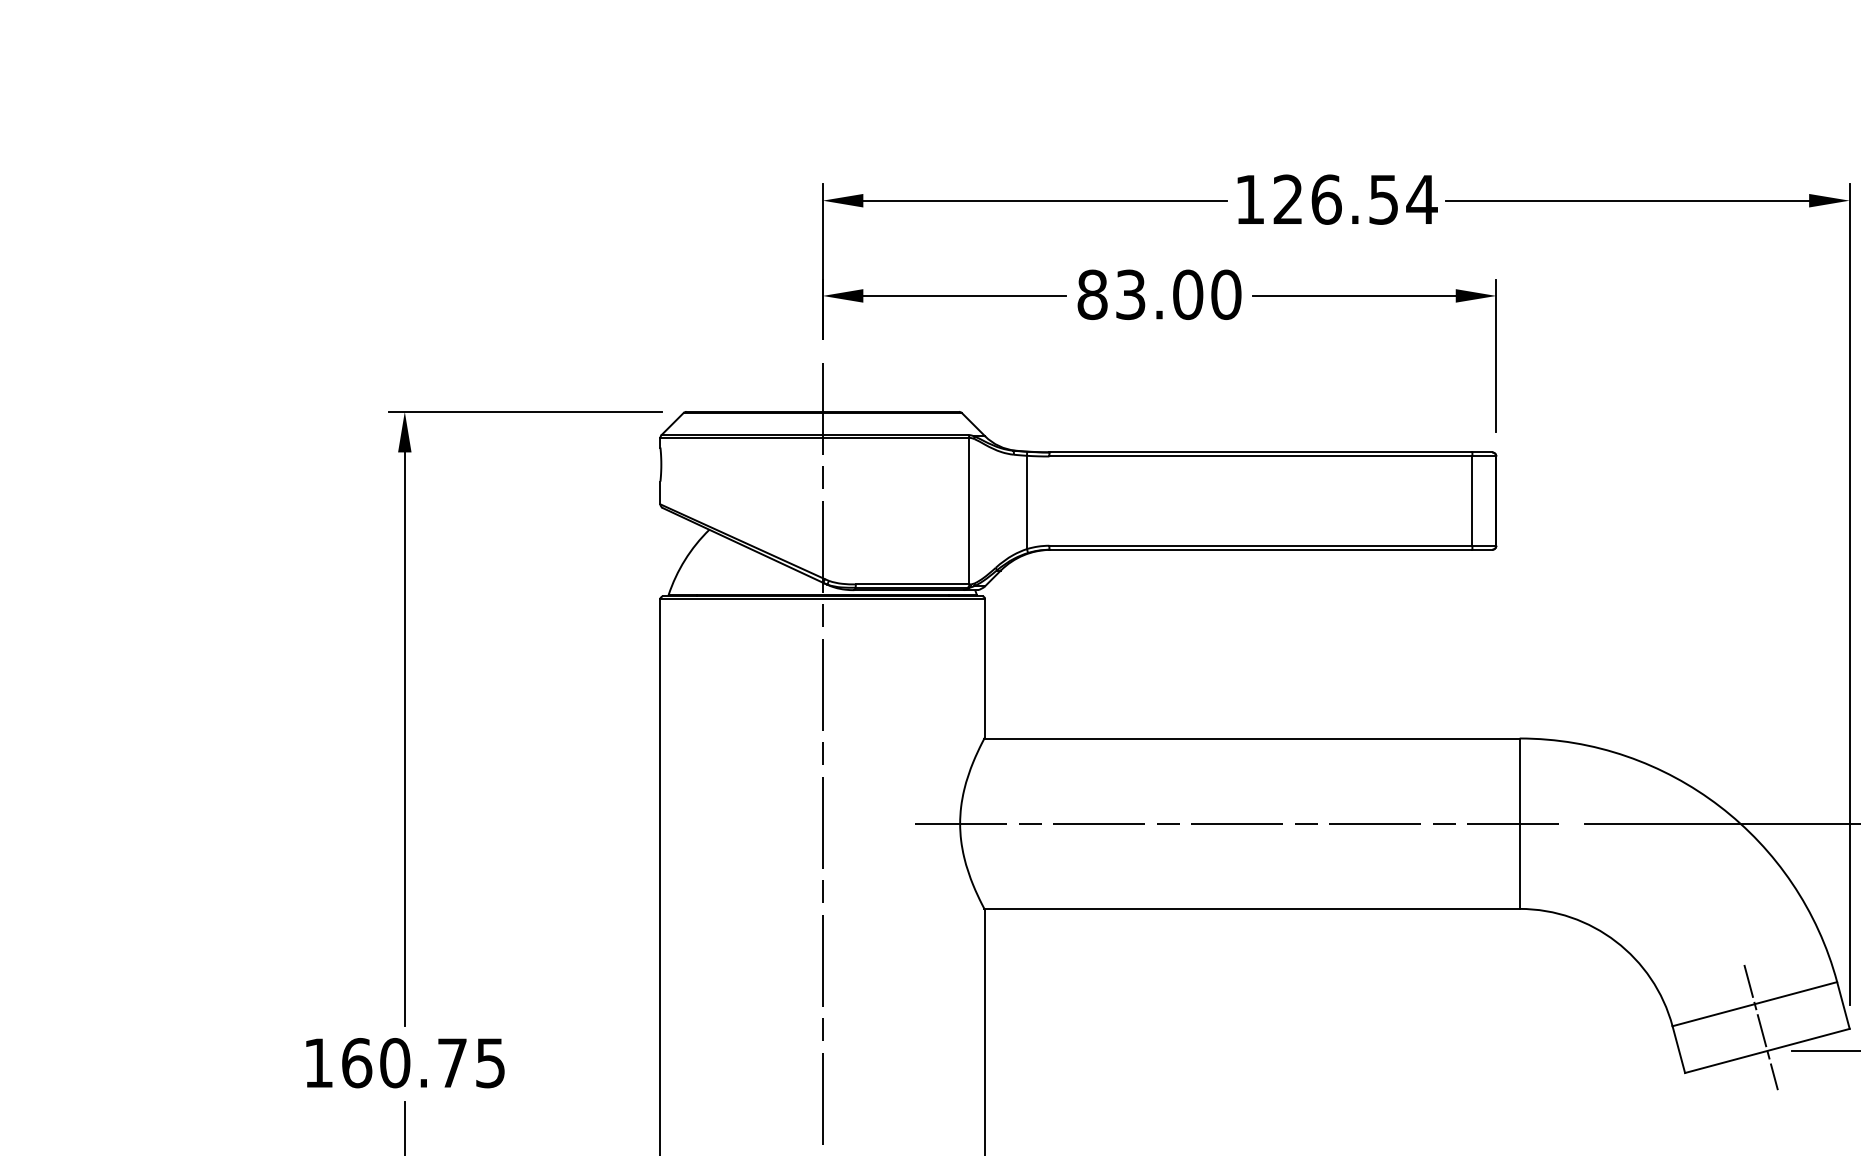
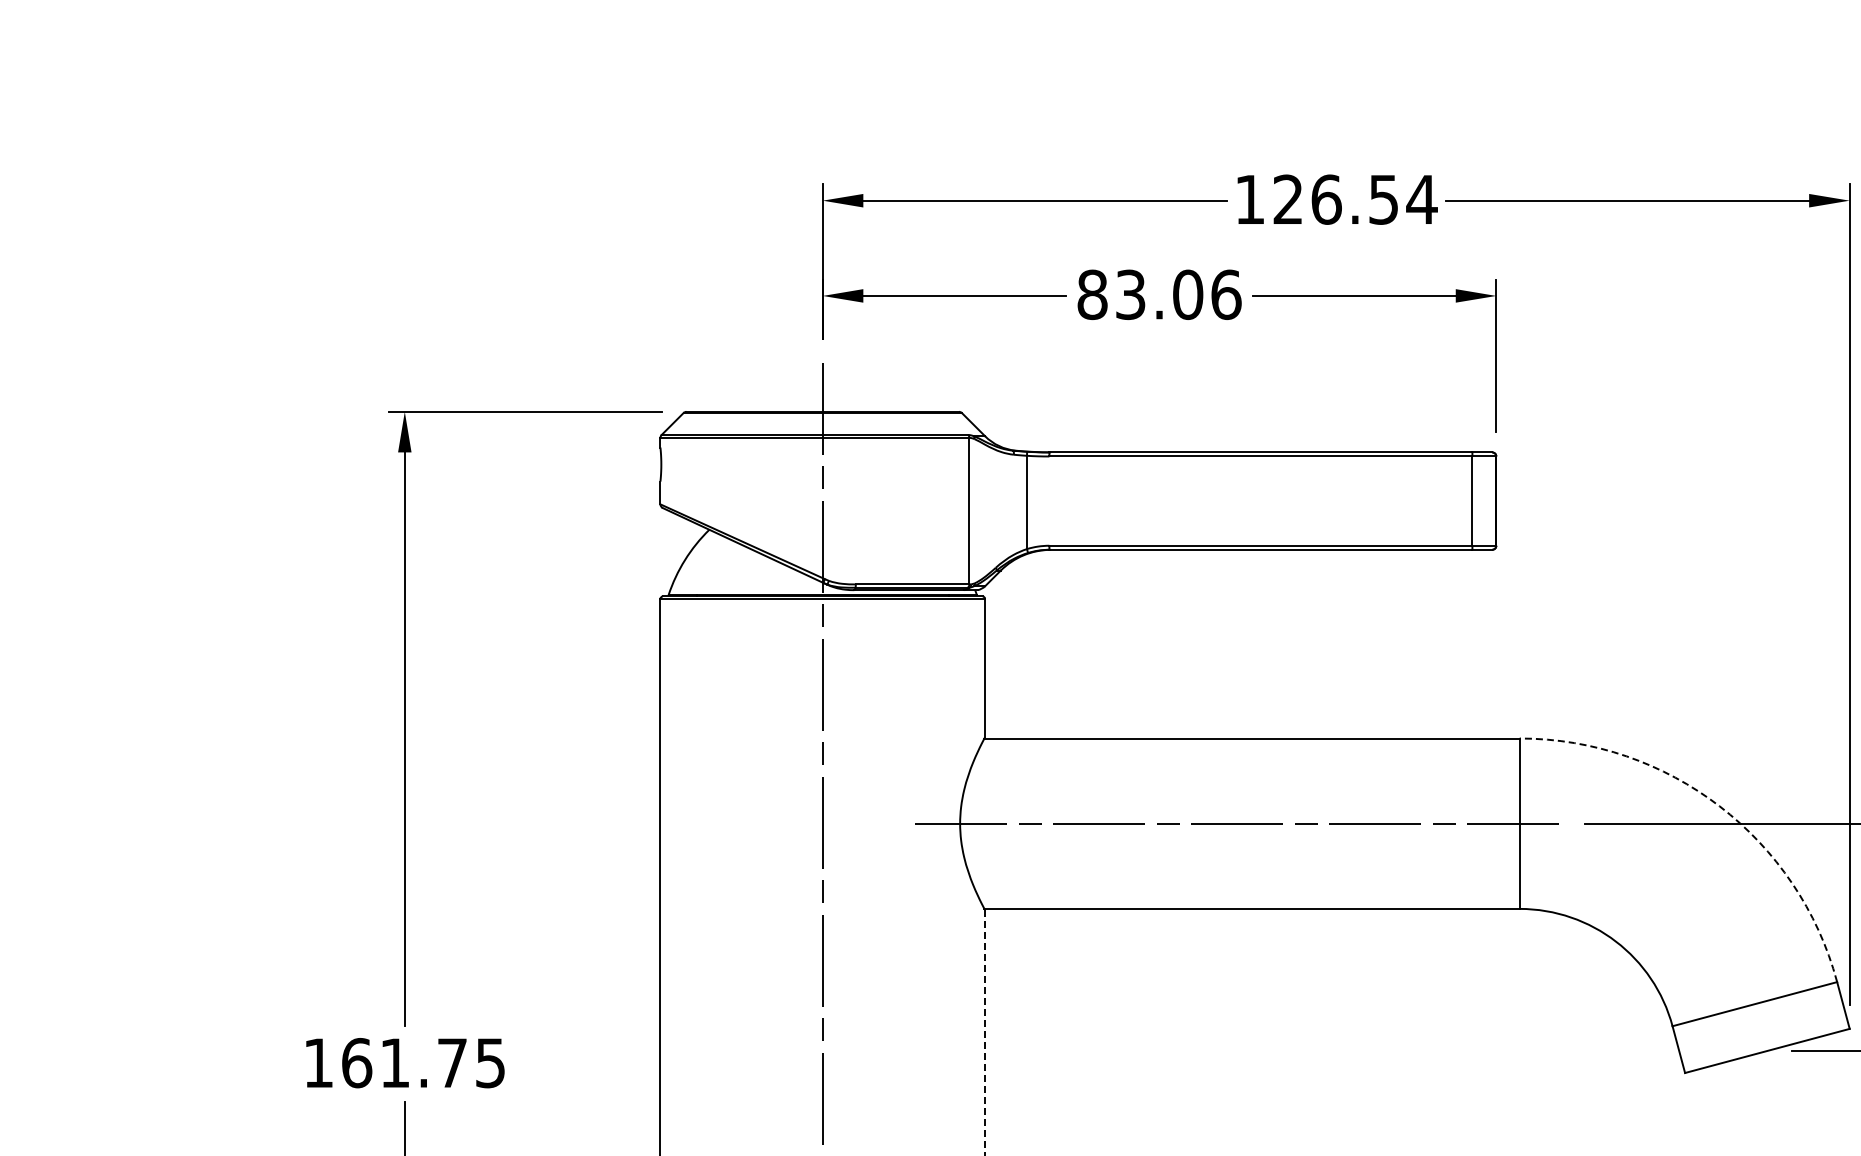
text at (1226, 294): 83.00 -> 83.06
arc at (1719, 806): solid -> dashed
line at (1760, 1027): present -> none
line at (985, 1033): solid -> dashed
text at (395, 1063): 160.75 -> 161.75
